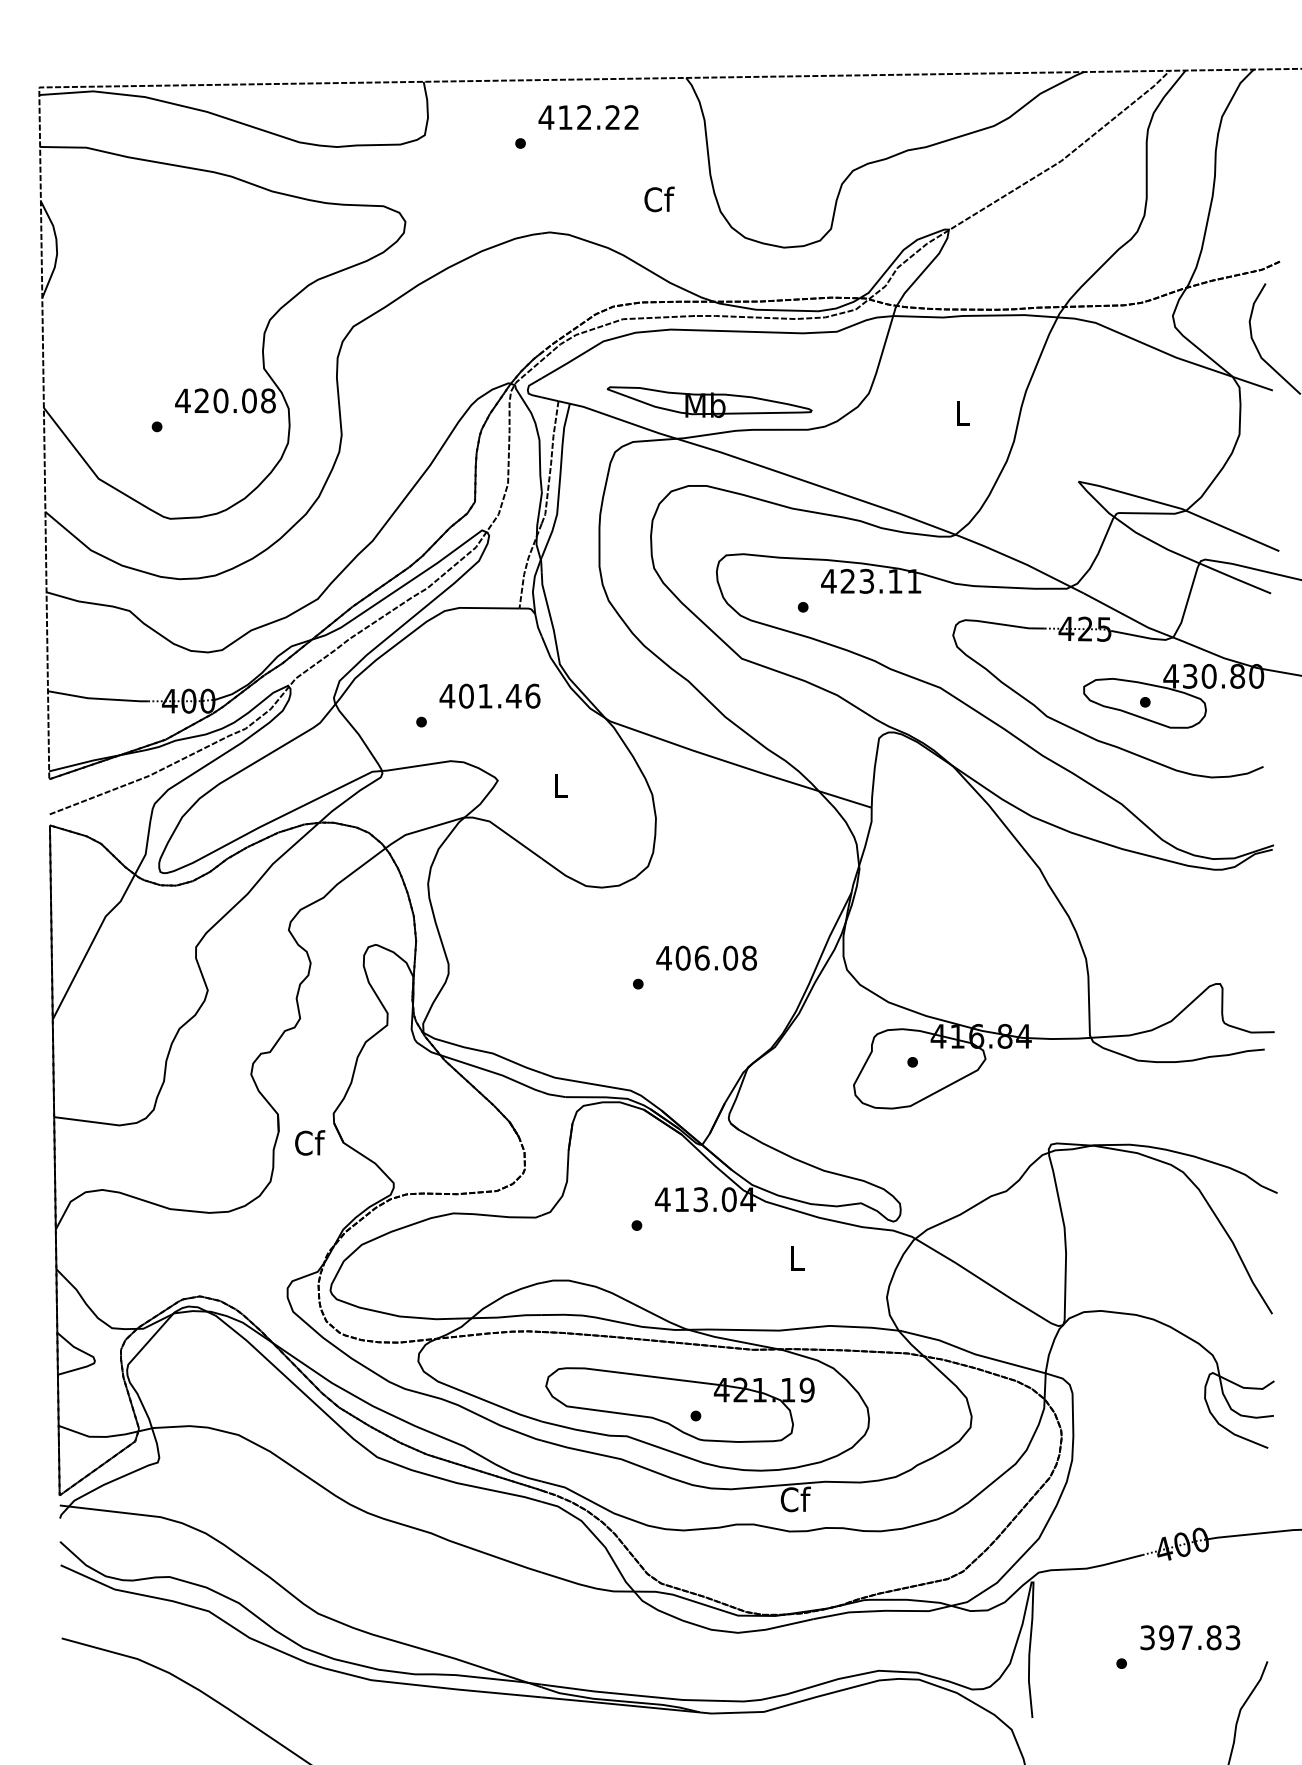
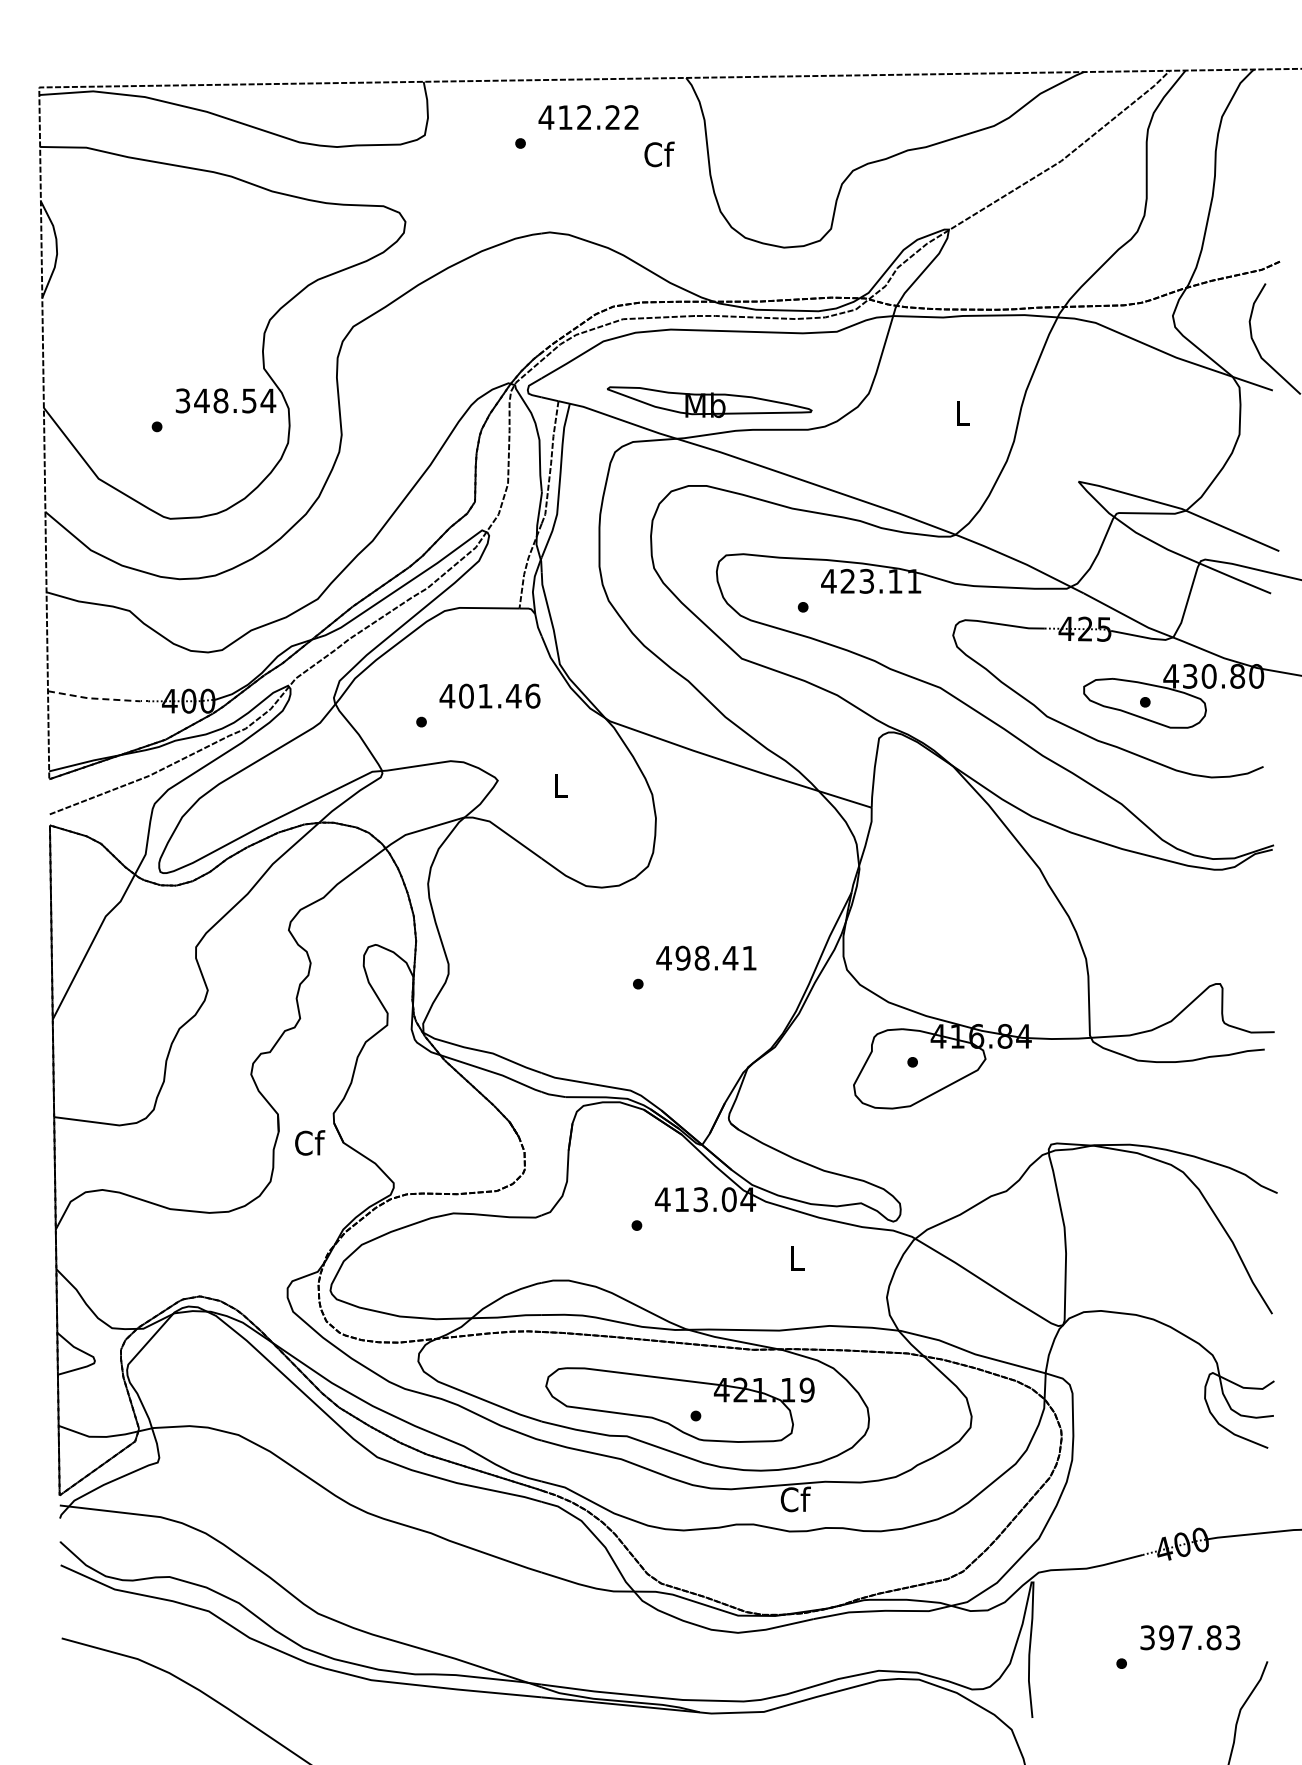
text at (659, 199) position: (659, 199) -> (659, 154)
text at (225, 400): 420.08 -> 348.54
line at (97, 698): solid -> dashed
text at (716, 957): 406.08 -> 498.41
